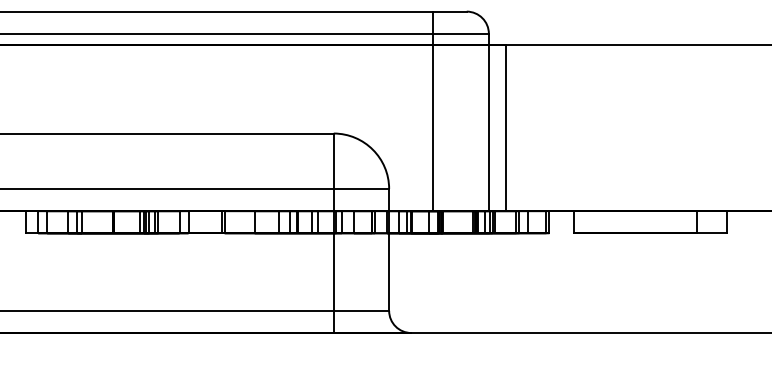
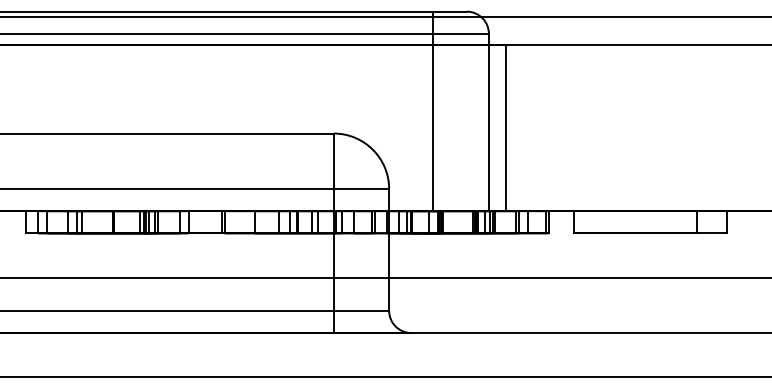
line at (385, 17): none -> present
line at (385, 277): none -> present
line at (385, 377): none -> present
